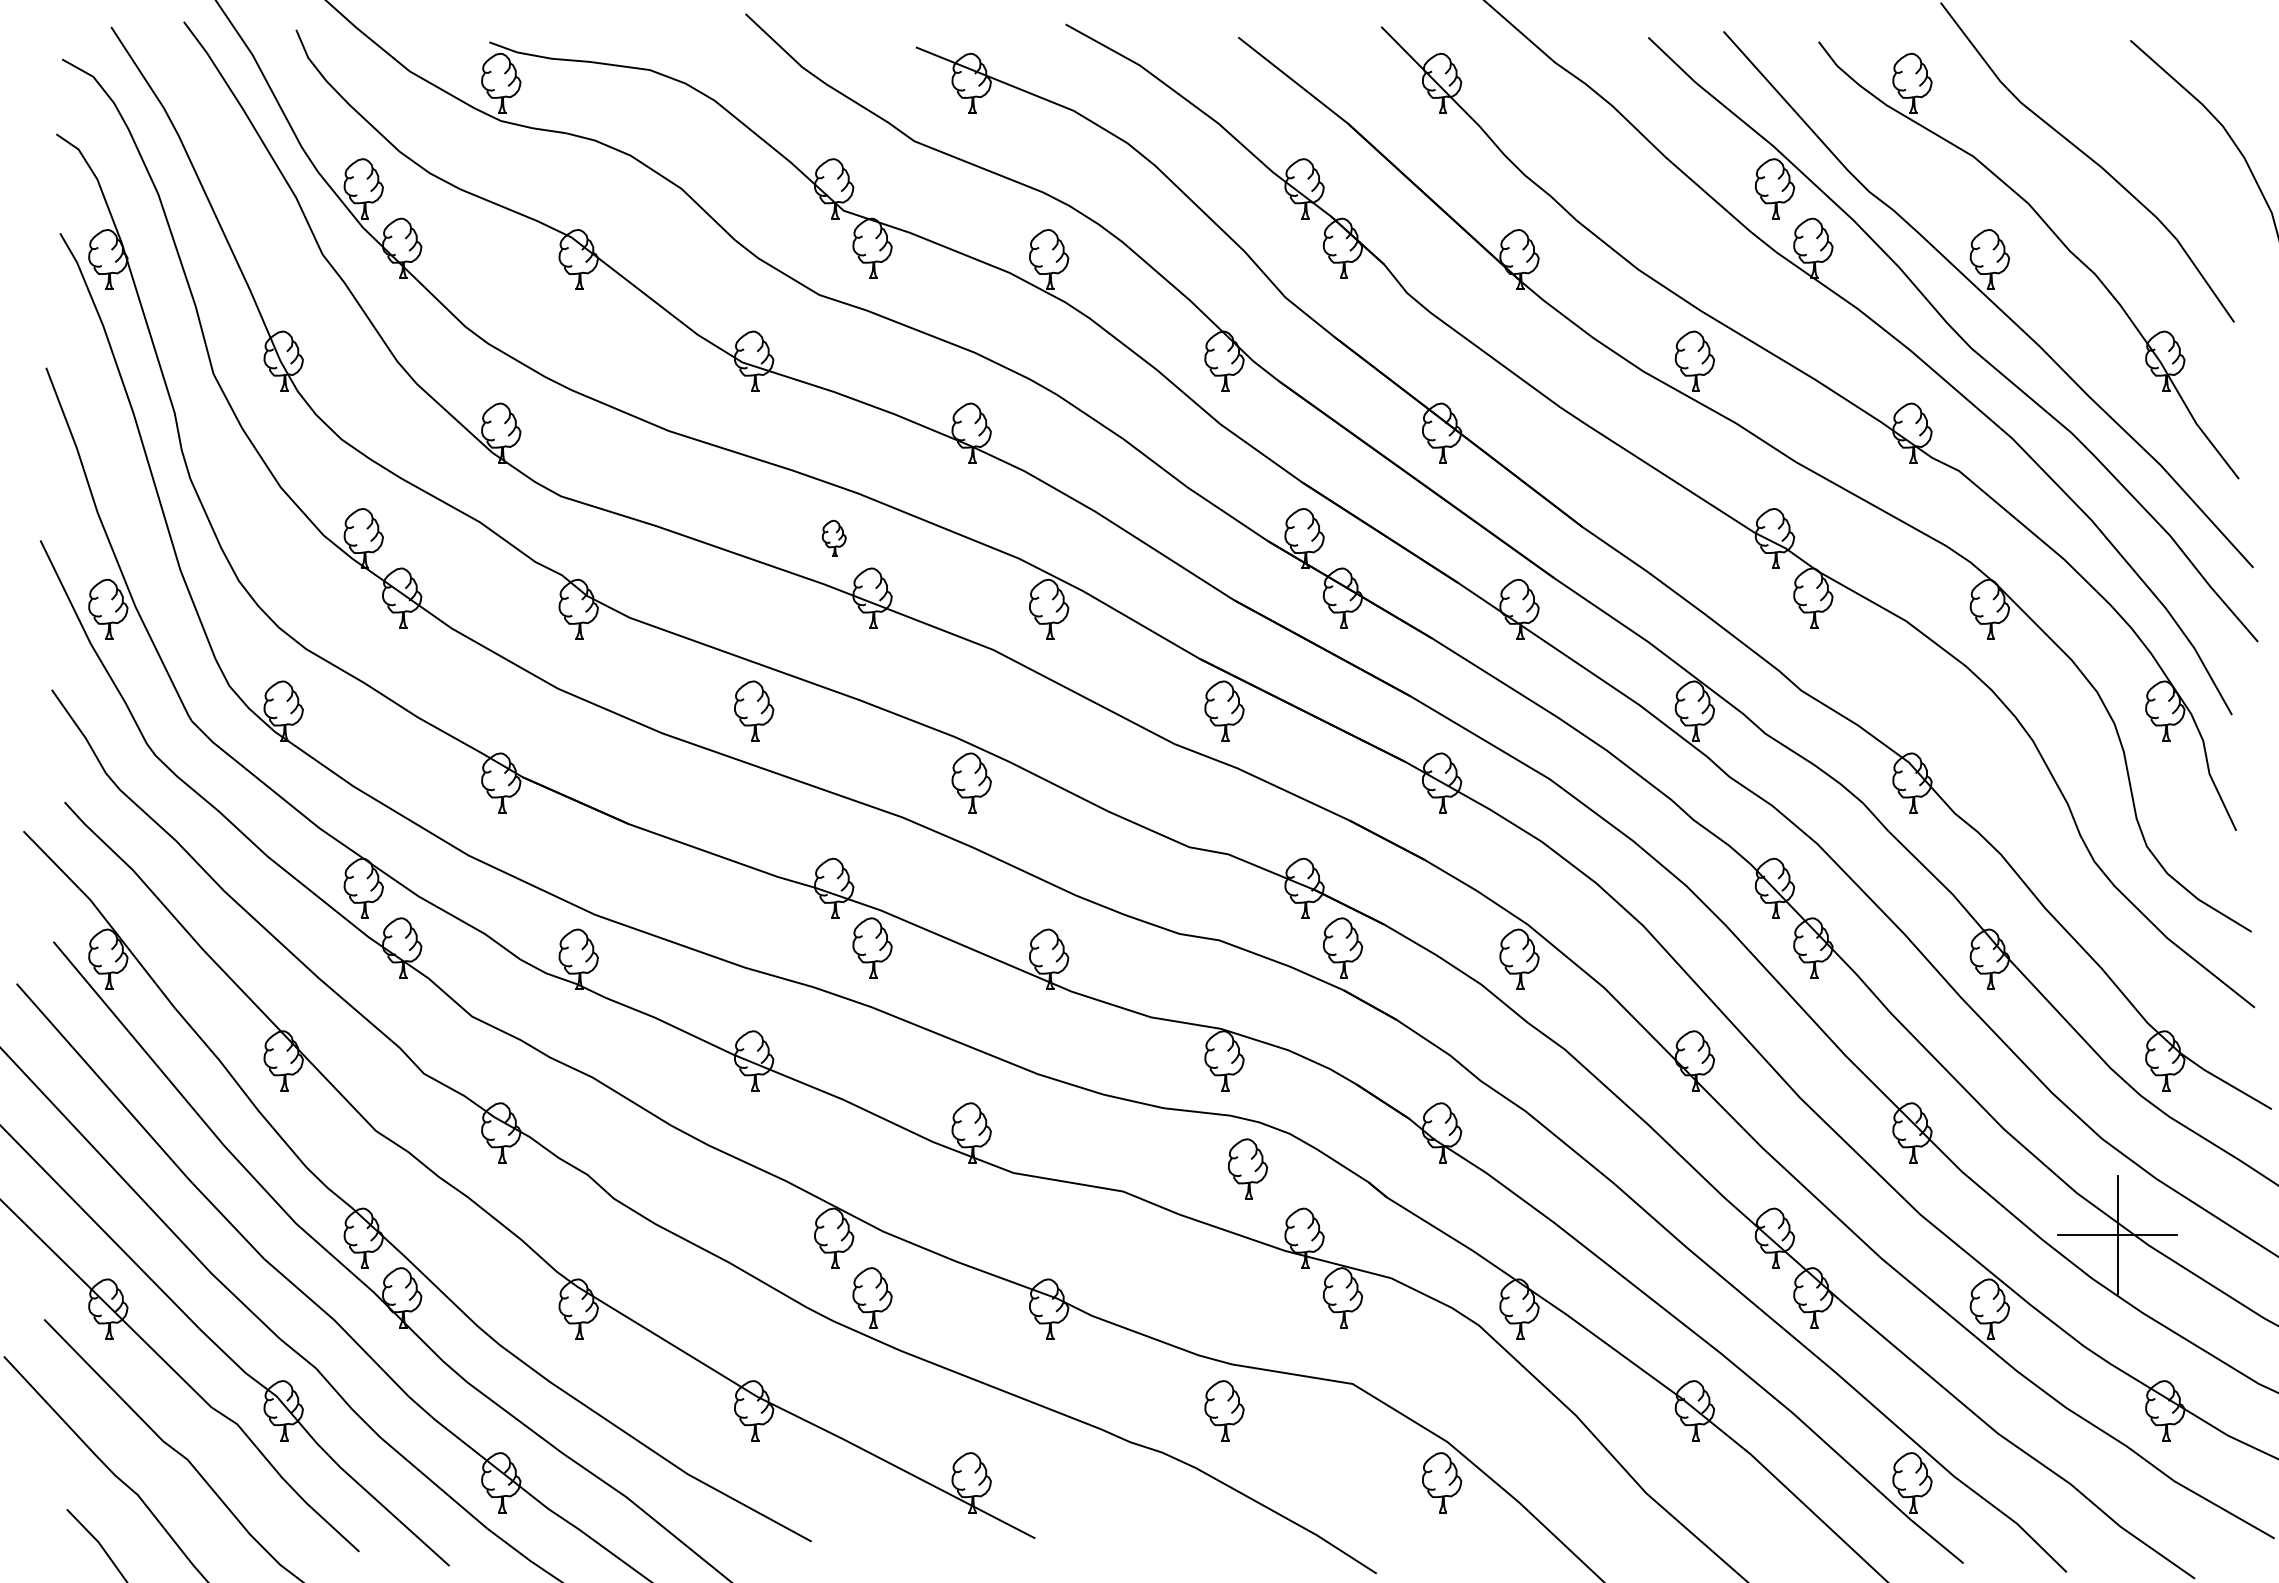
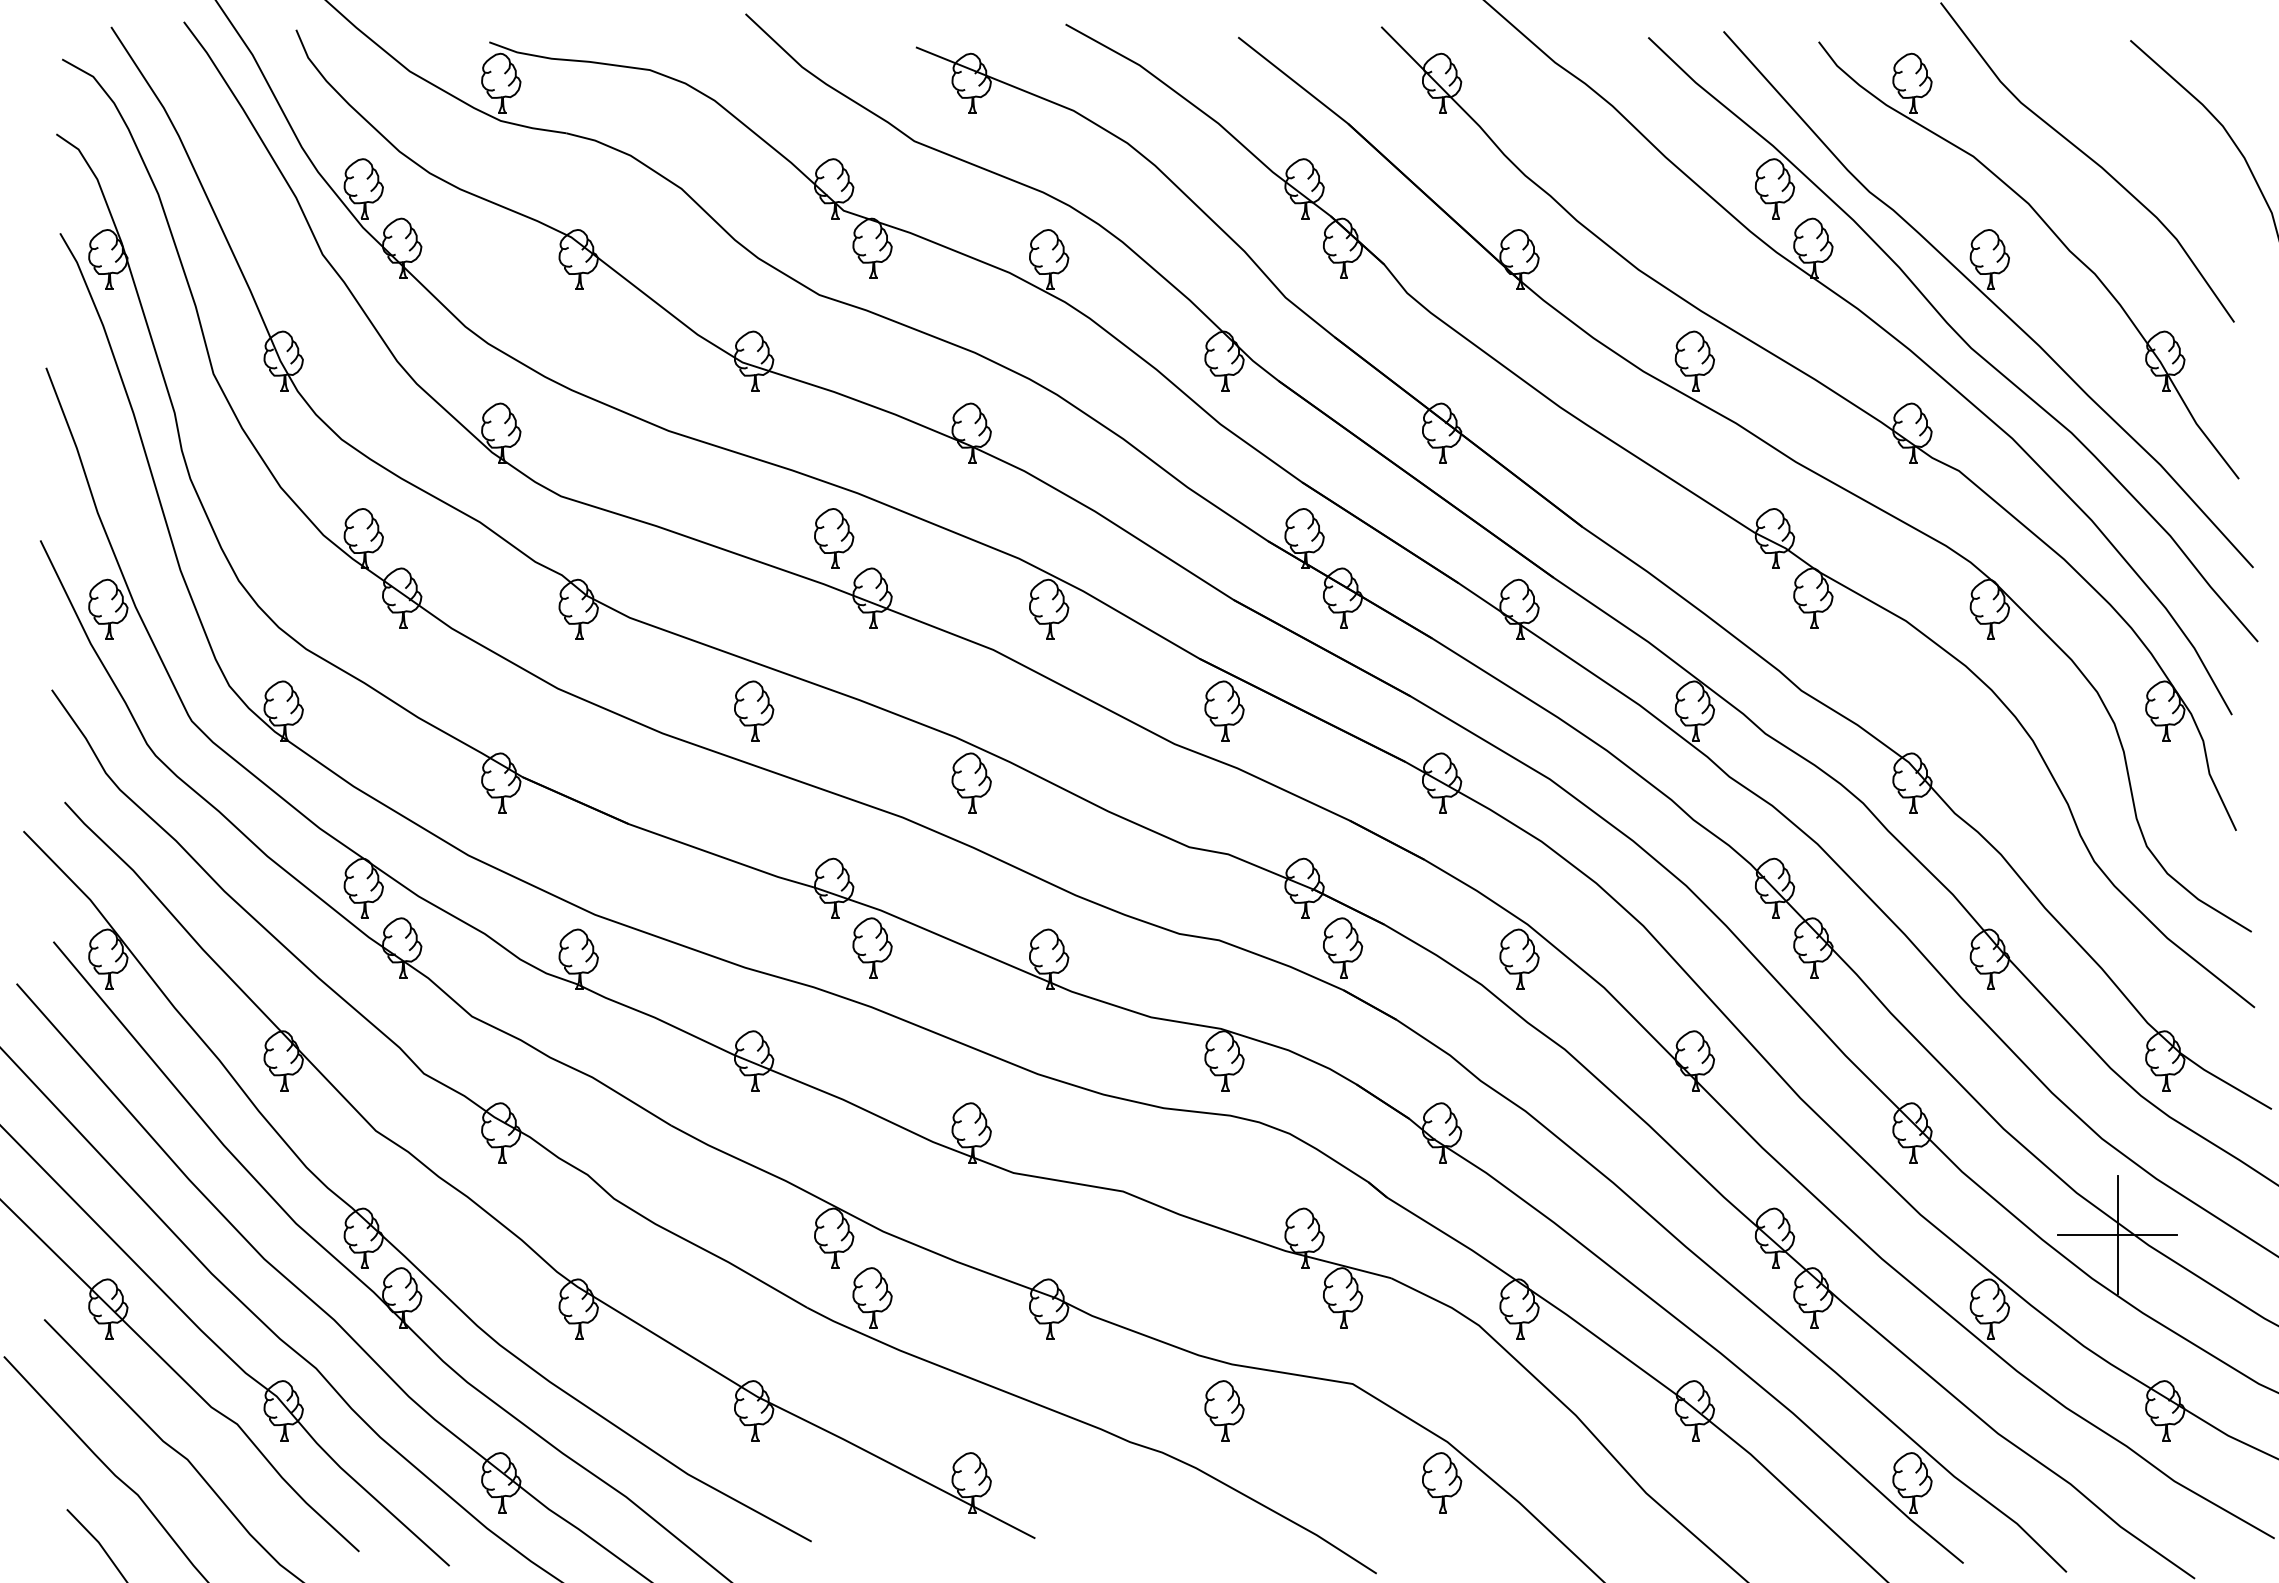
part at (833, 537) size: 26x38 px -> 41x61 px
part at (1248, 1168): present -> none
